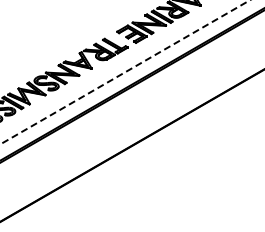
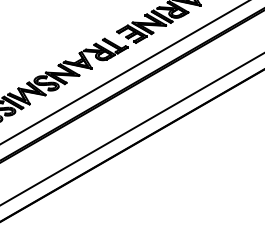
line at (125, 71): dashed -> solid
line at (131, 129): none -> present
